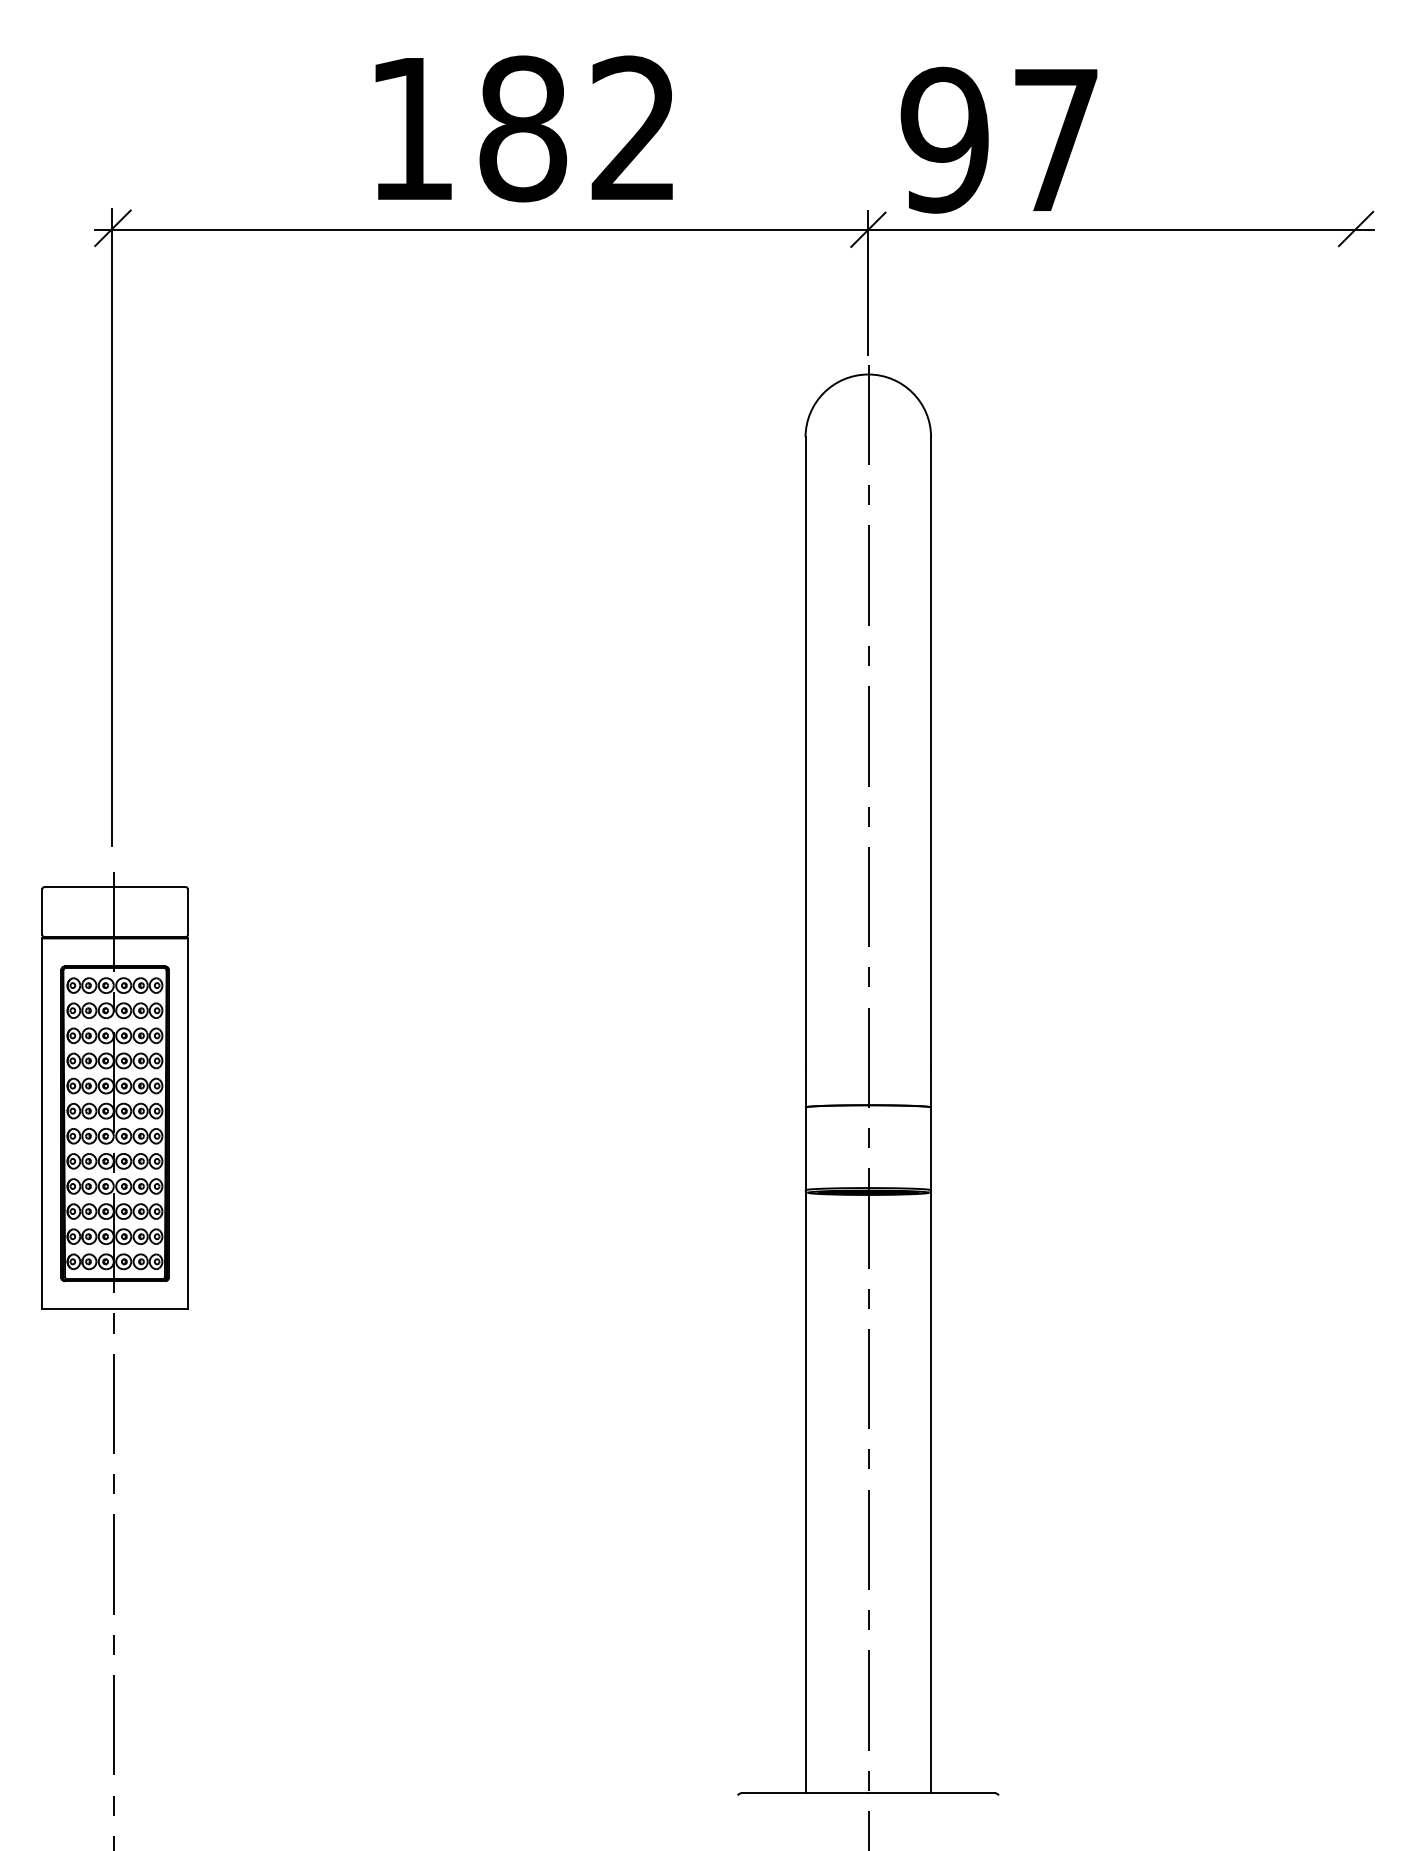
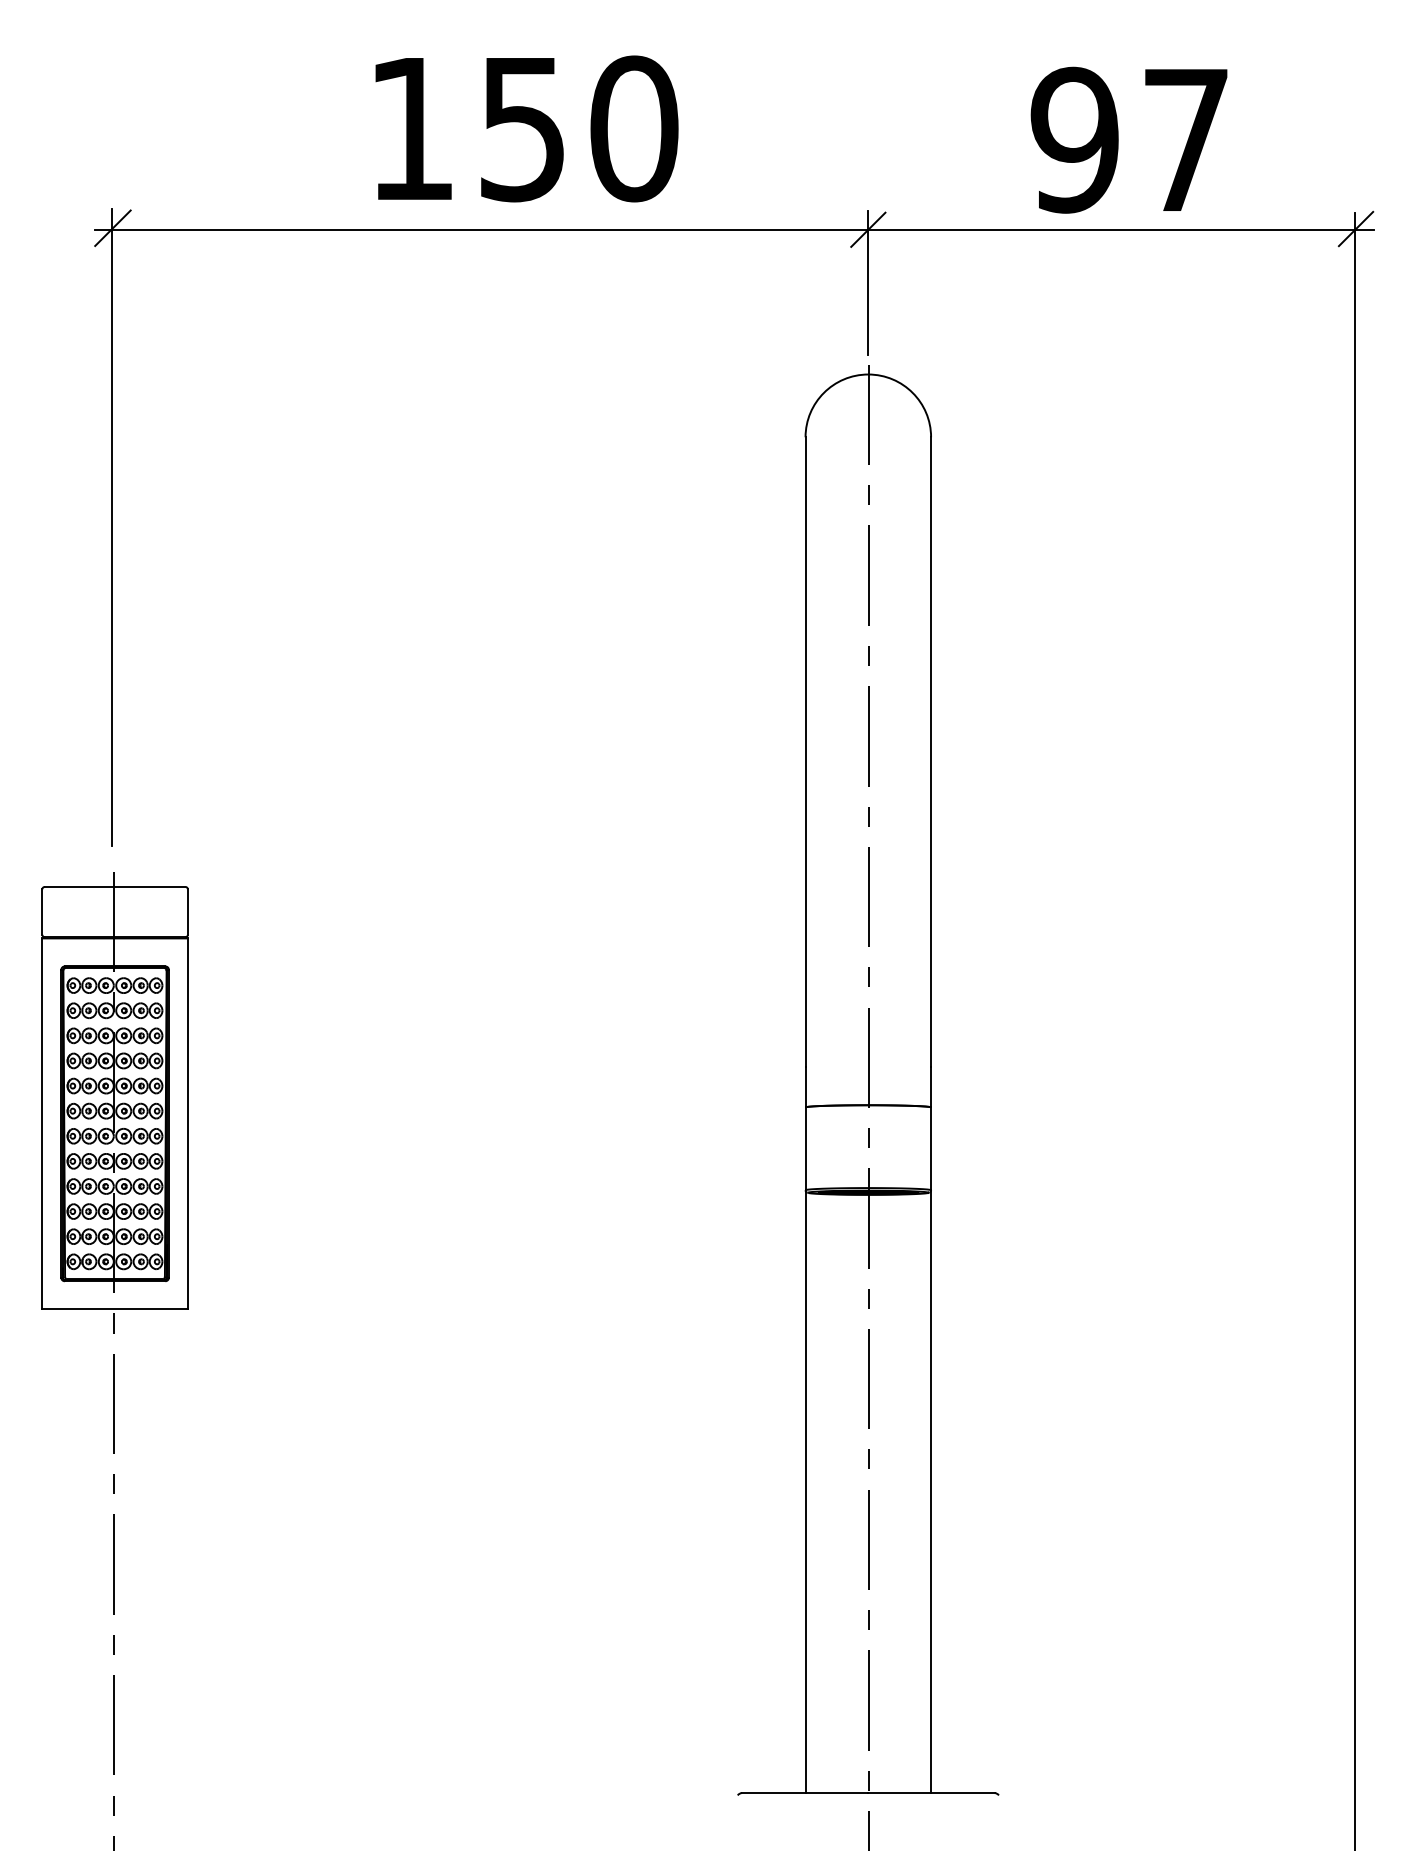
text at (578, 128): 182 -> 150
text at (998, 139) position: (998, 139) -> (1128, 139)
line at (1355, 1029): none -> present
